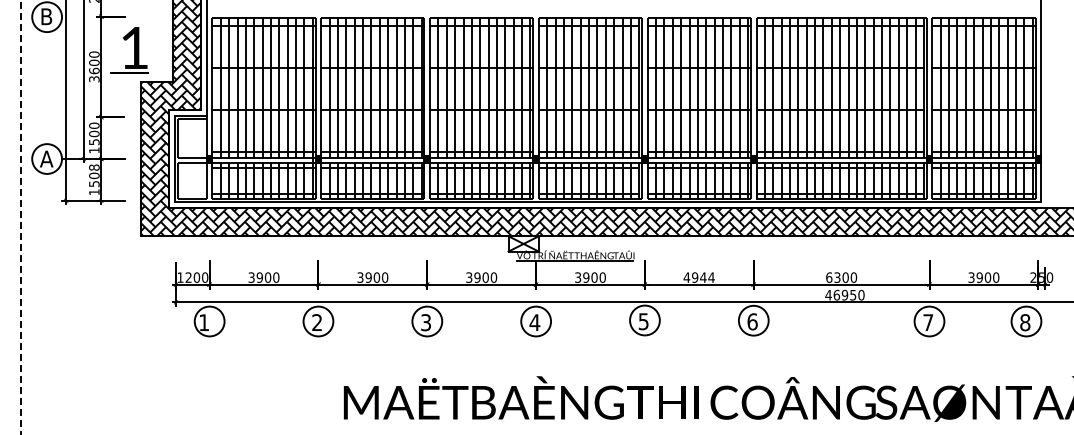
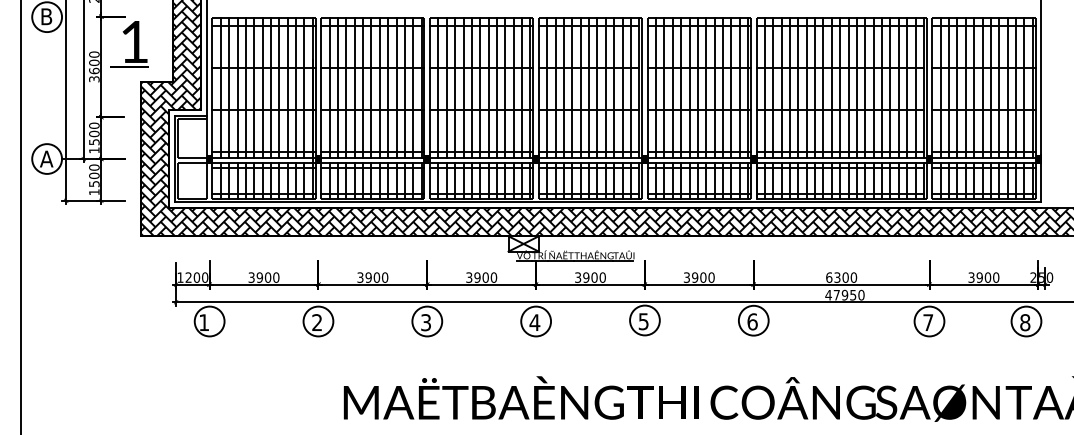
text at (129, 50) position: (129, 50) -> (129, 44)
text at (94, 167): 1508 -> 1500
line at (21, 217): dashed -> solid
text at (698, 277): 4944 -> 3900
text at (836, 294): 46950 -> 47950
